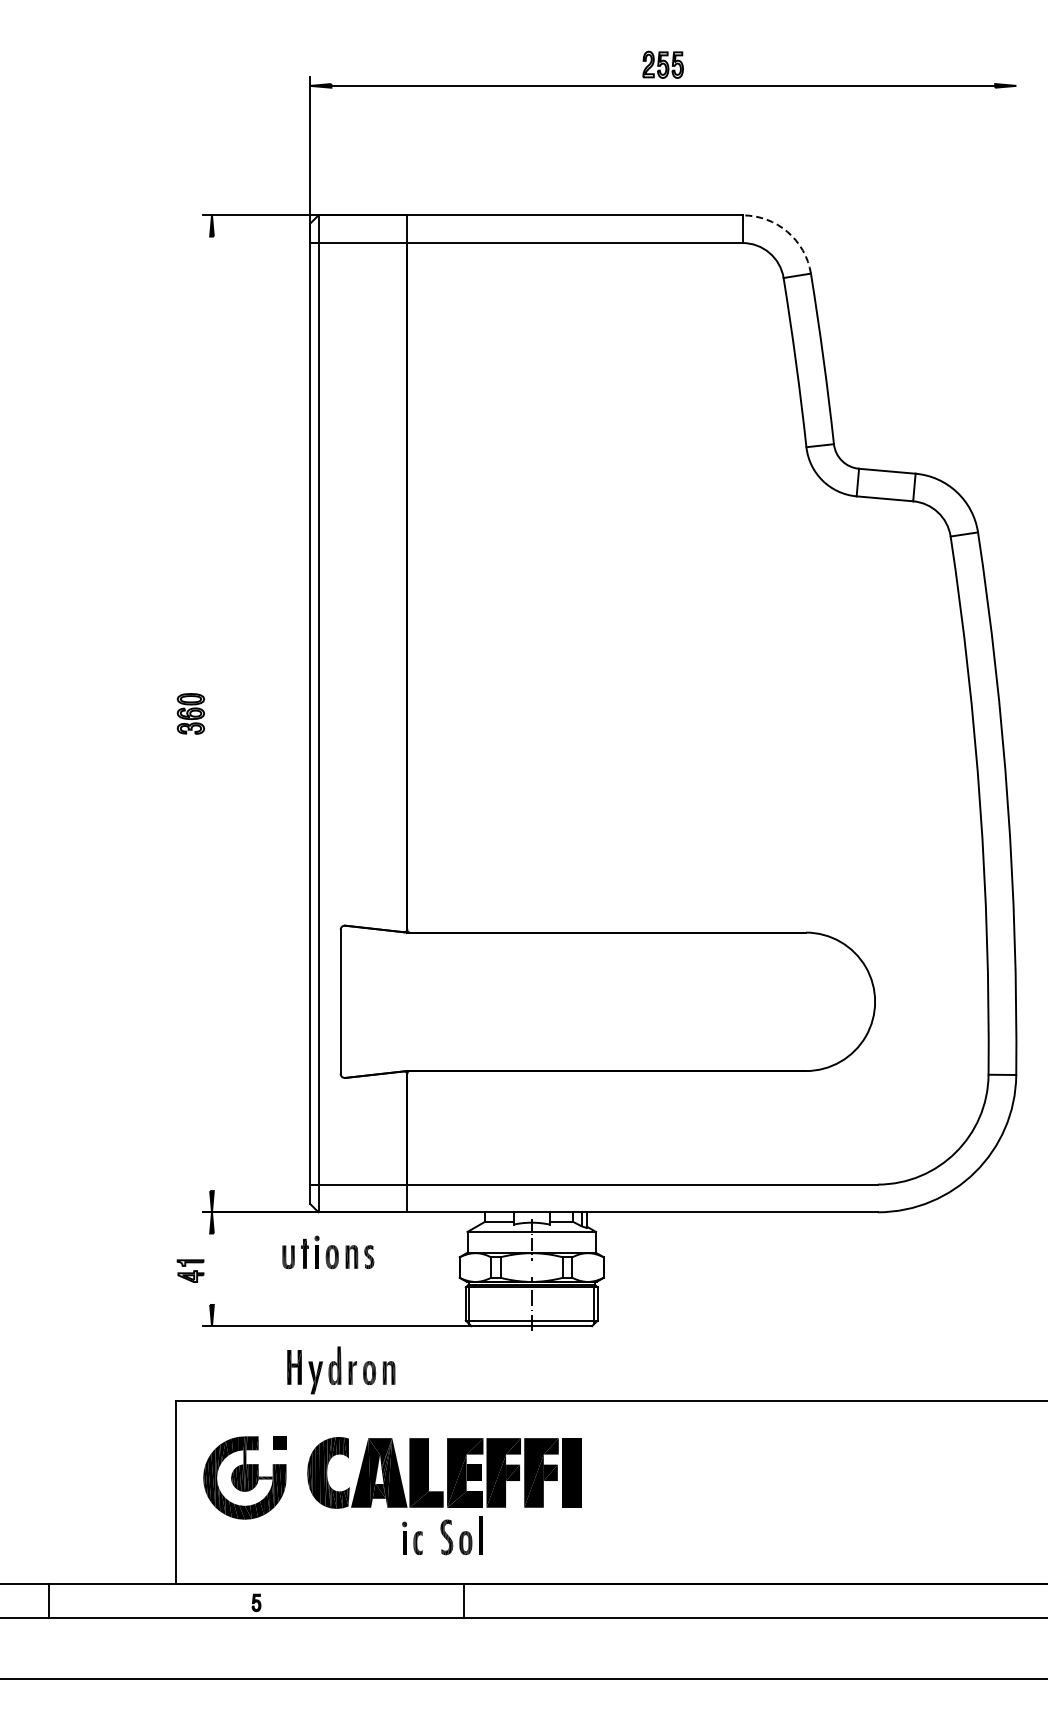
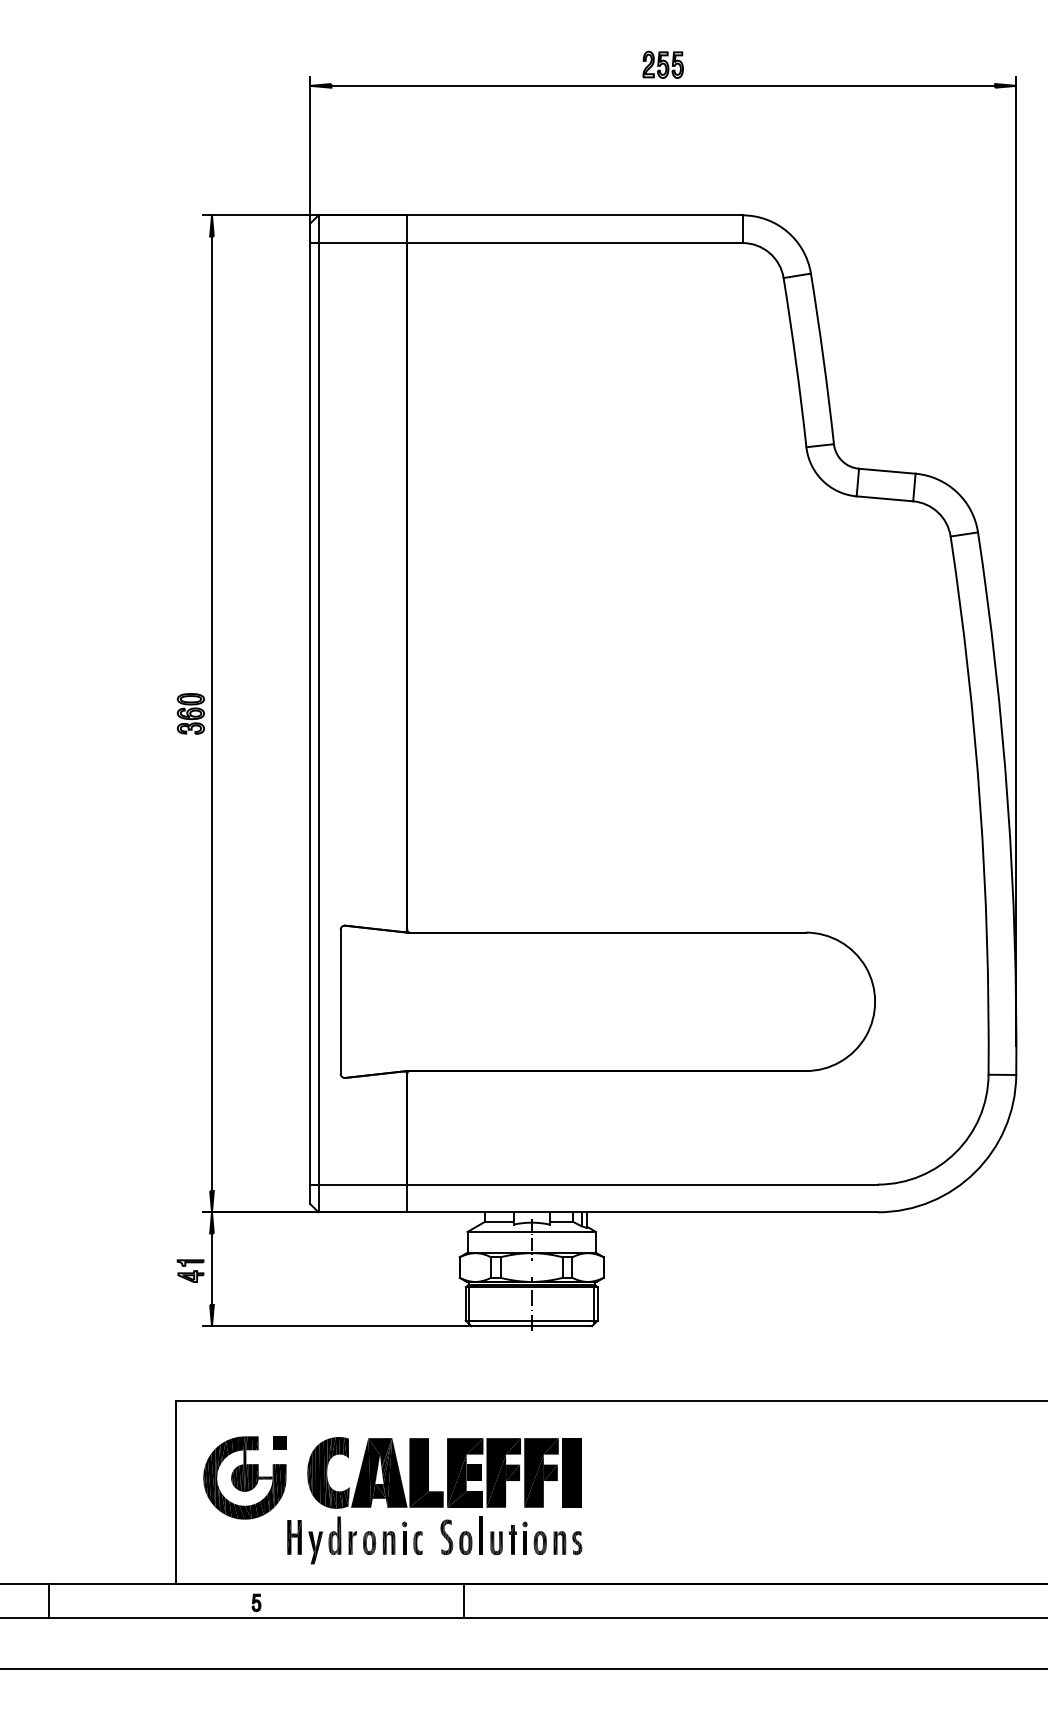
arc at (787, 231): dashed -> solid
line at (1016, 561): none -> present
line at (211, 713): none -> present
part at (328, 1252) position: (328, 1252) -> (536, 1538)
line at (211, 1268): none -> present
part at (341, 1370) position: (341, 1370) -> (341, 1540)
line at (523, 1679) position: (523, 1679) -> (523, 1669)
